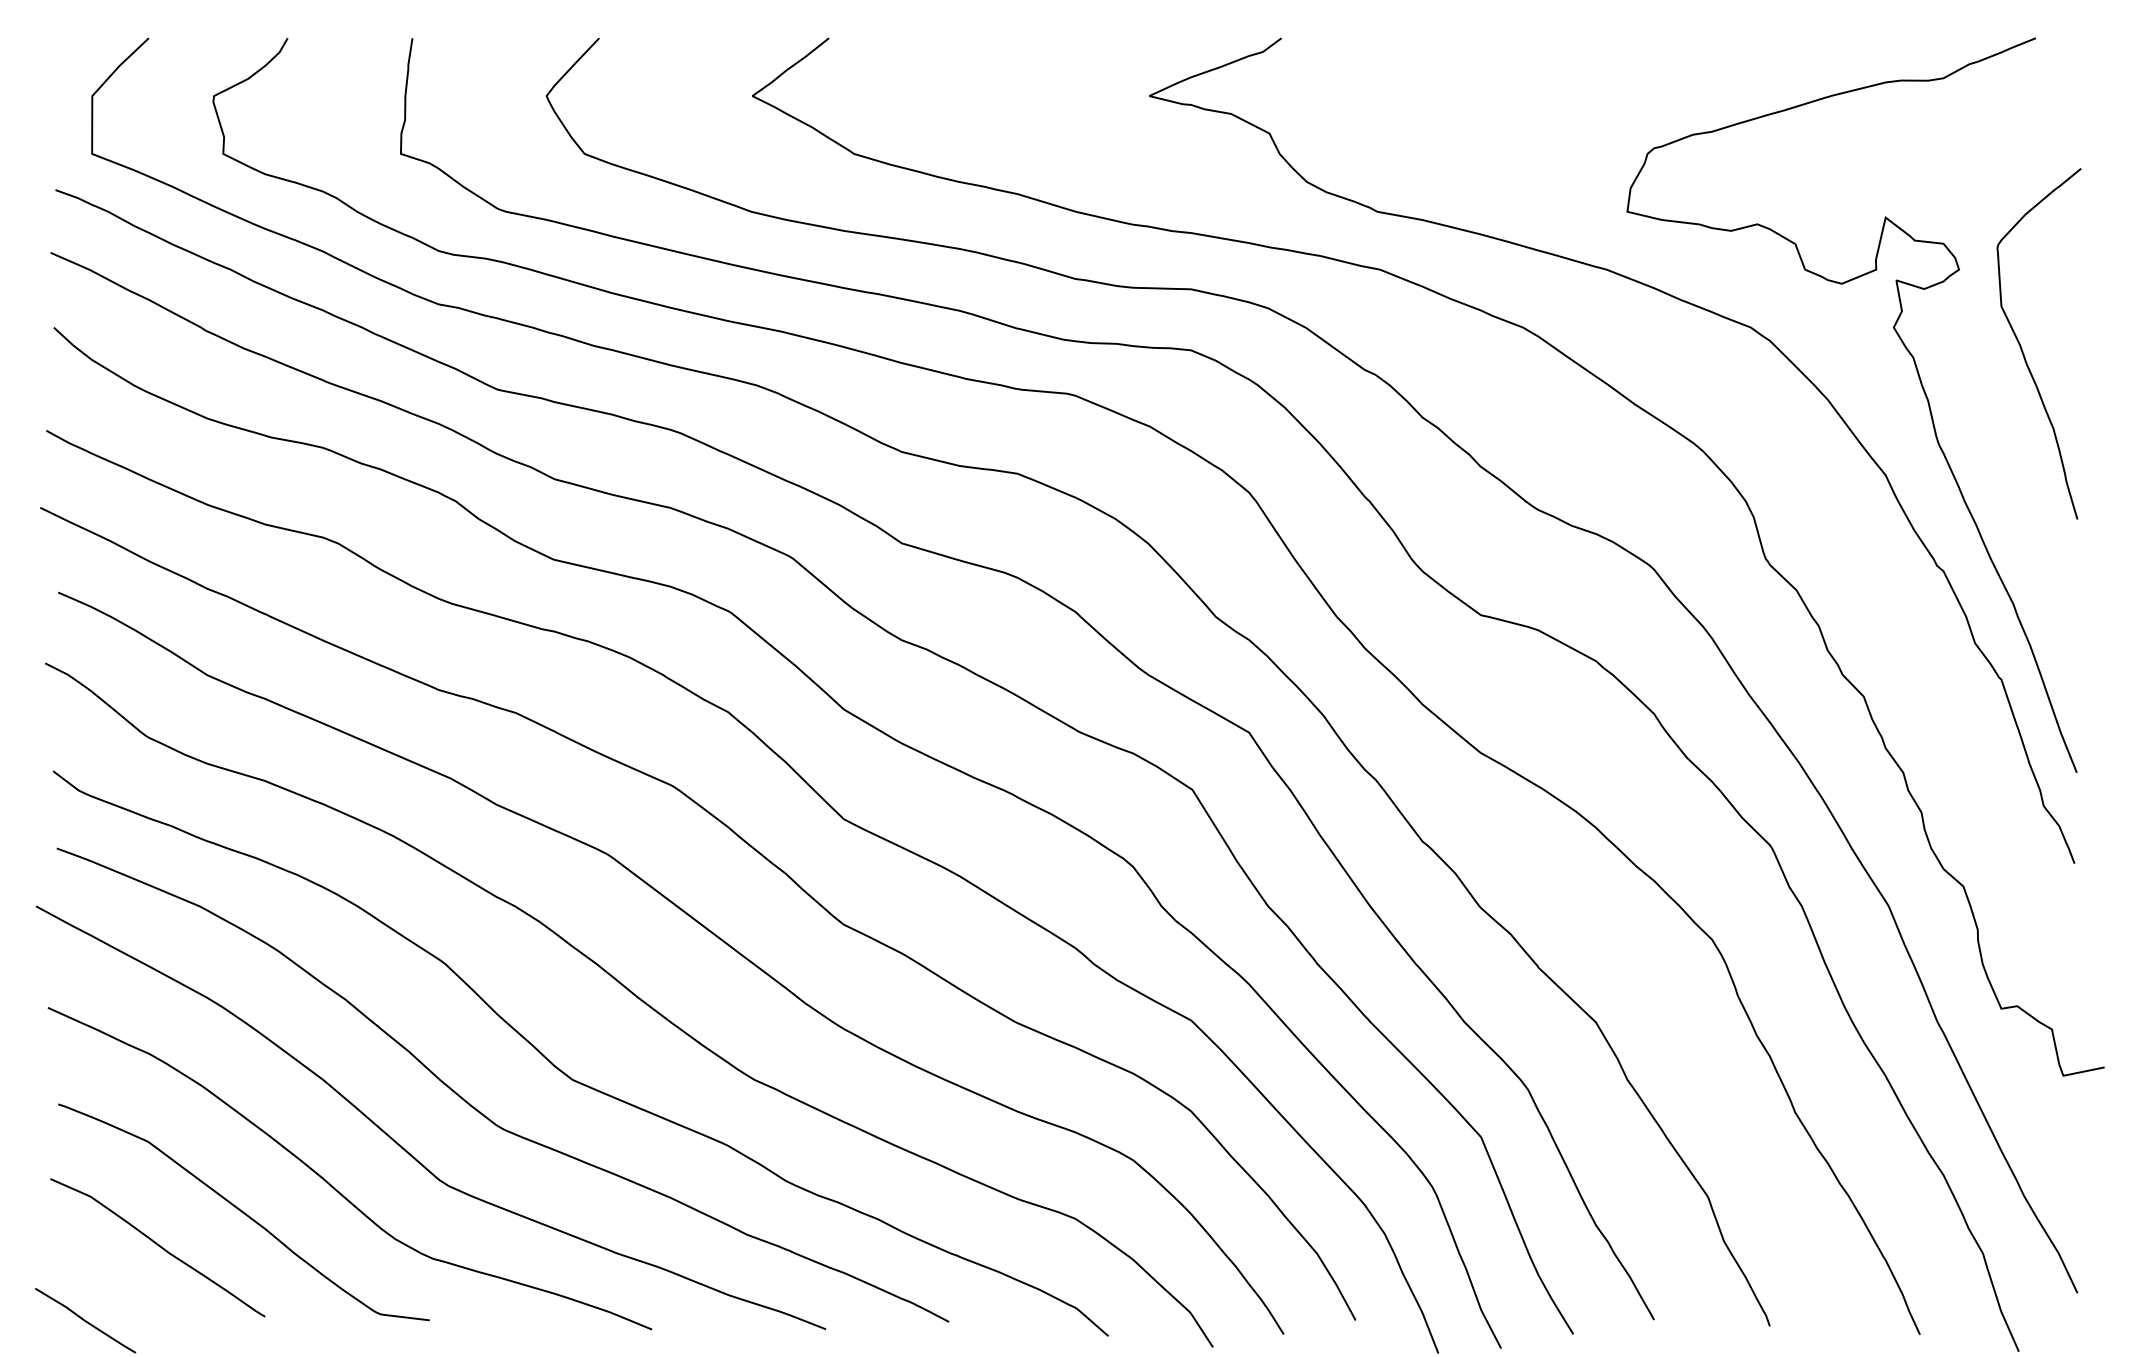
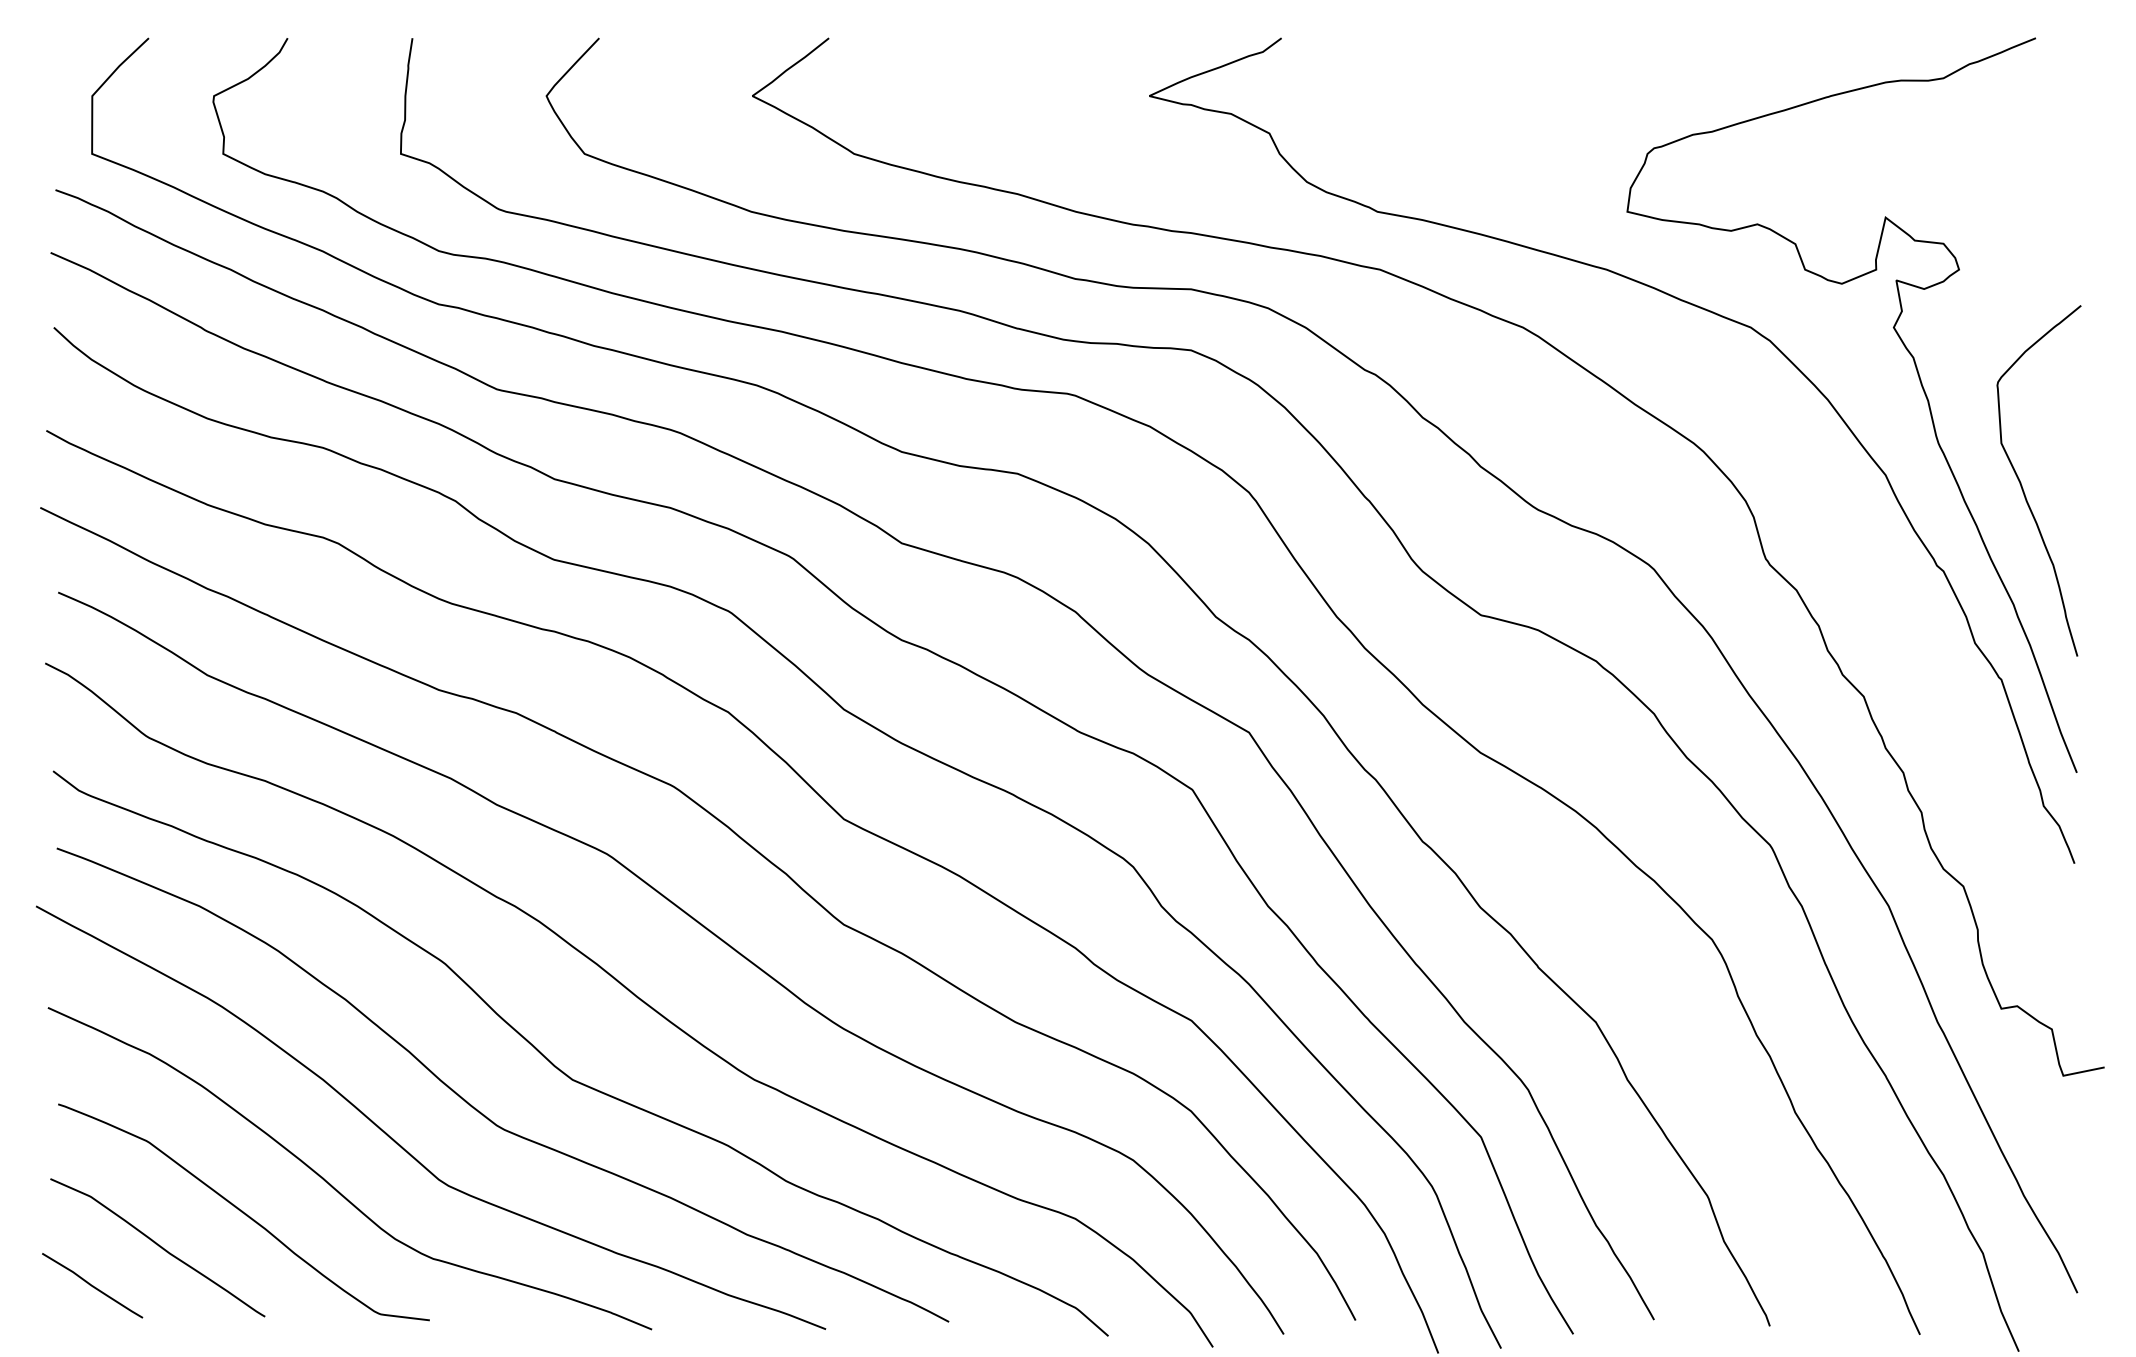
curve at (2022, 348) position: (2022, 348) -> (2022, 485)
curve at (85, 1320) position: (85, 1320) -> (92, 1285)
